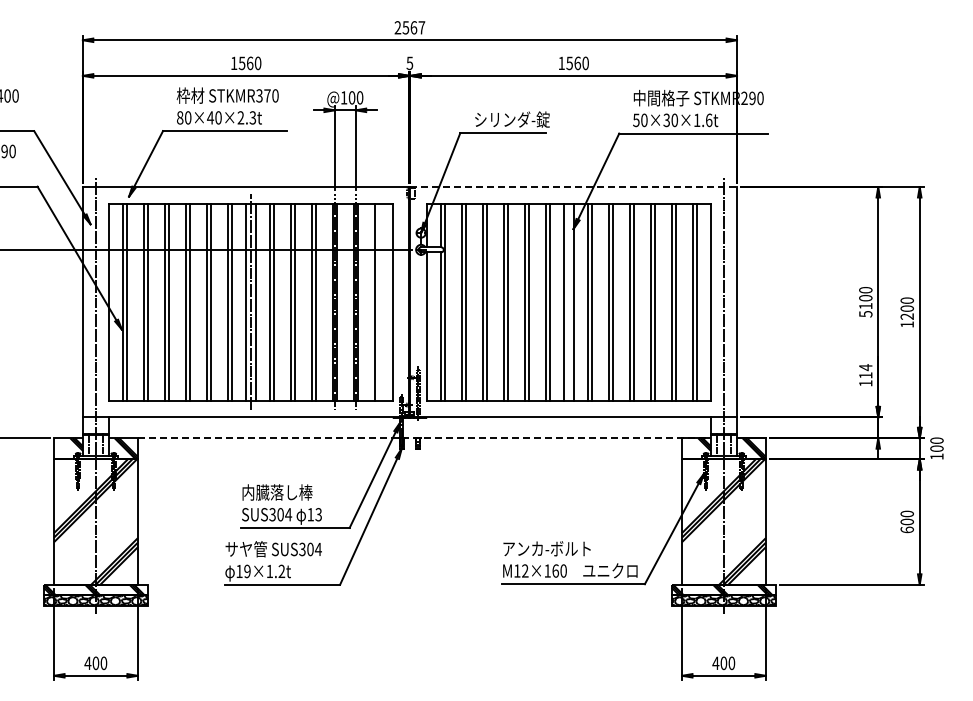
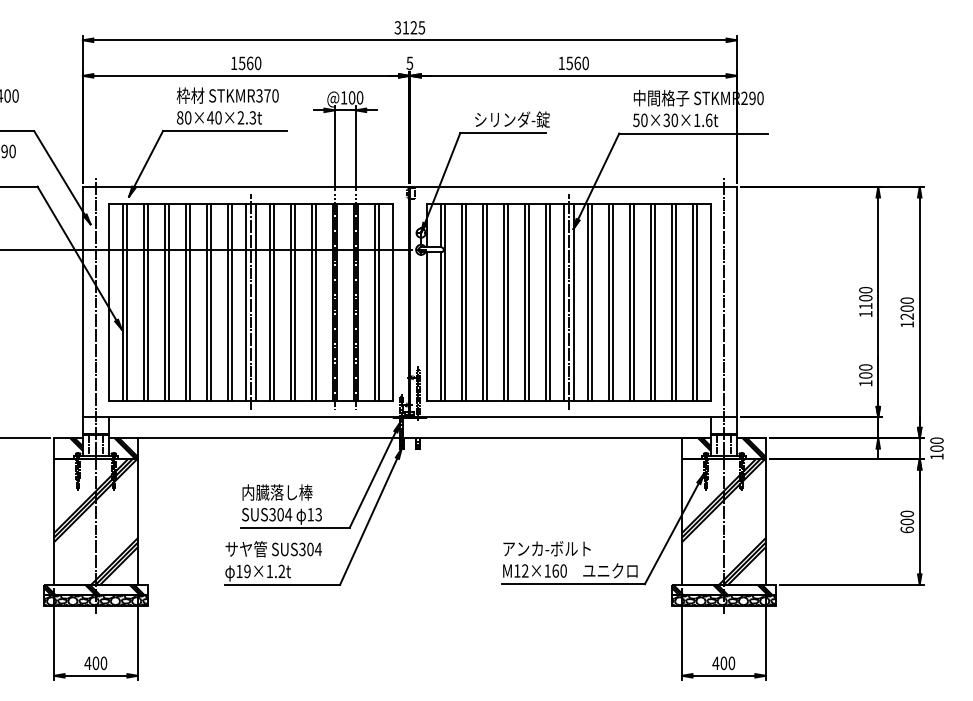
text at (409, 27): 2567 -> 3125
line at (574, 187): dashed -> solid
line at (378, 301): none -> present
line at (569, 301): none -> present
text at (865, 314): 5100 -> 1100
text at (865, 371): 114 -> 100
line at (424, 438): dashed -> solid
